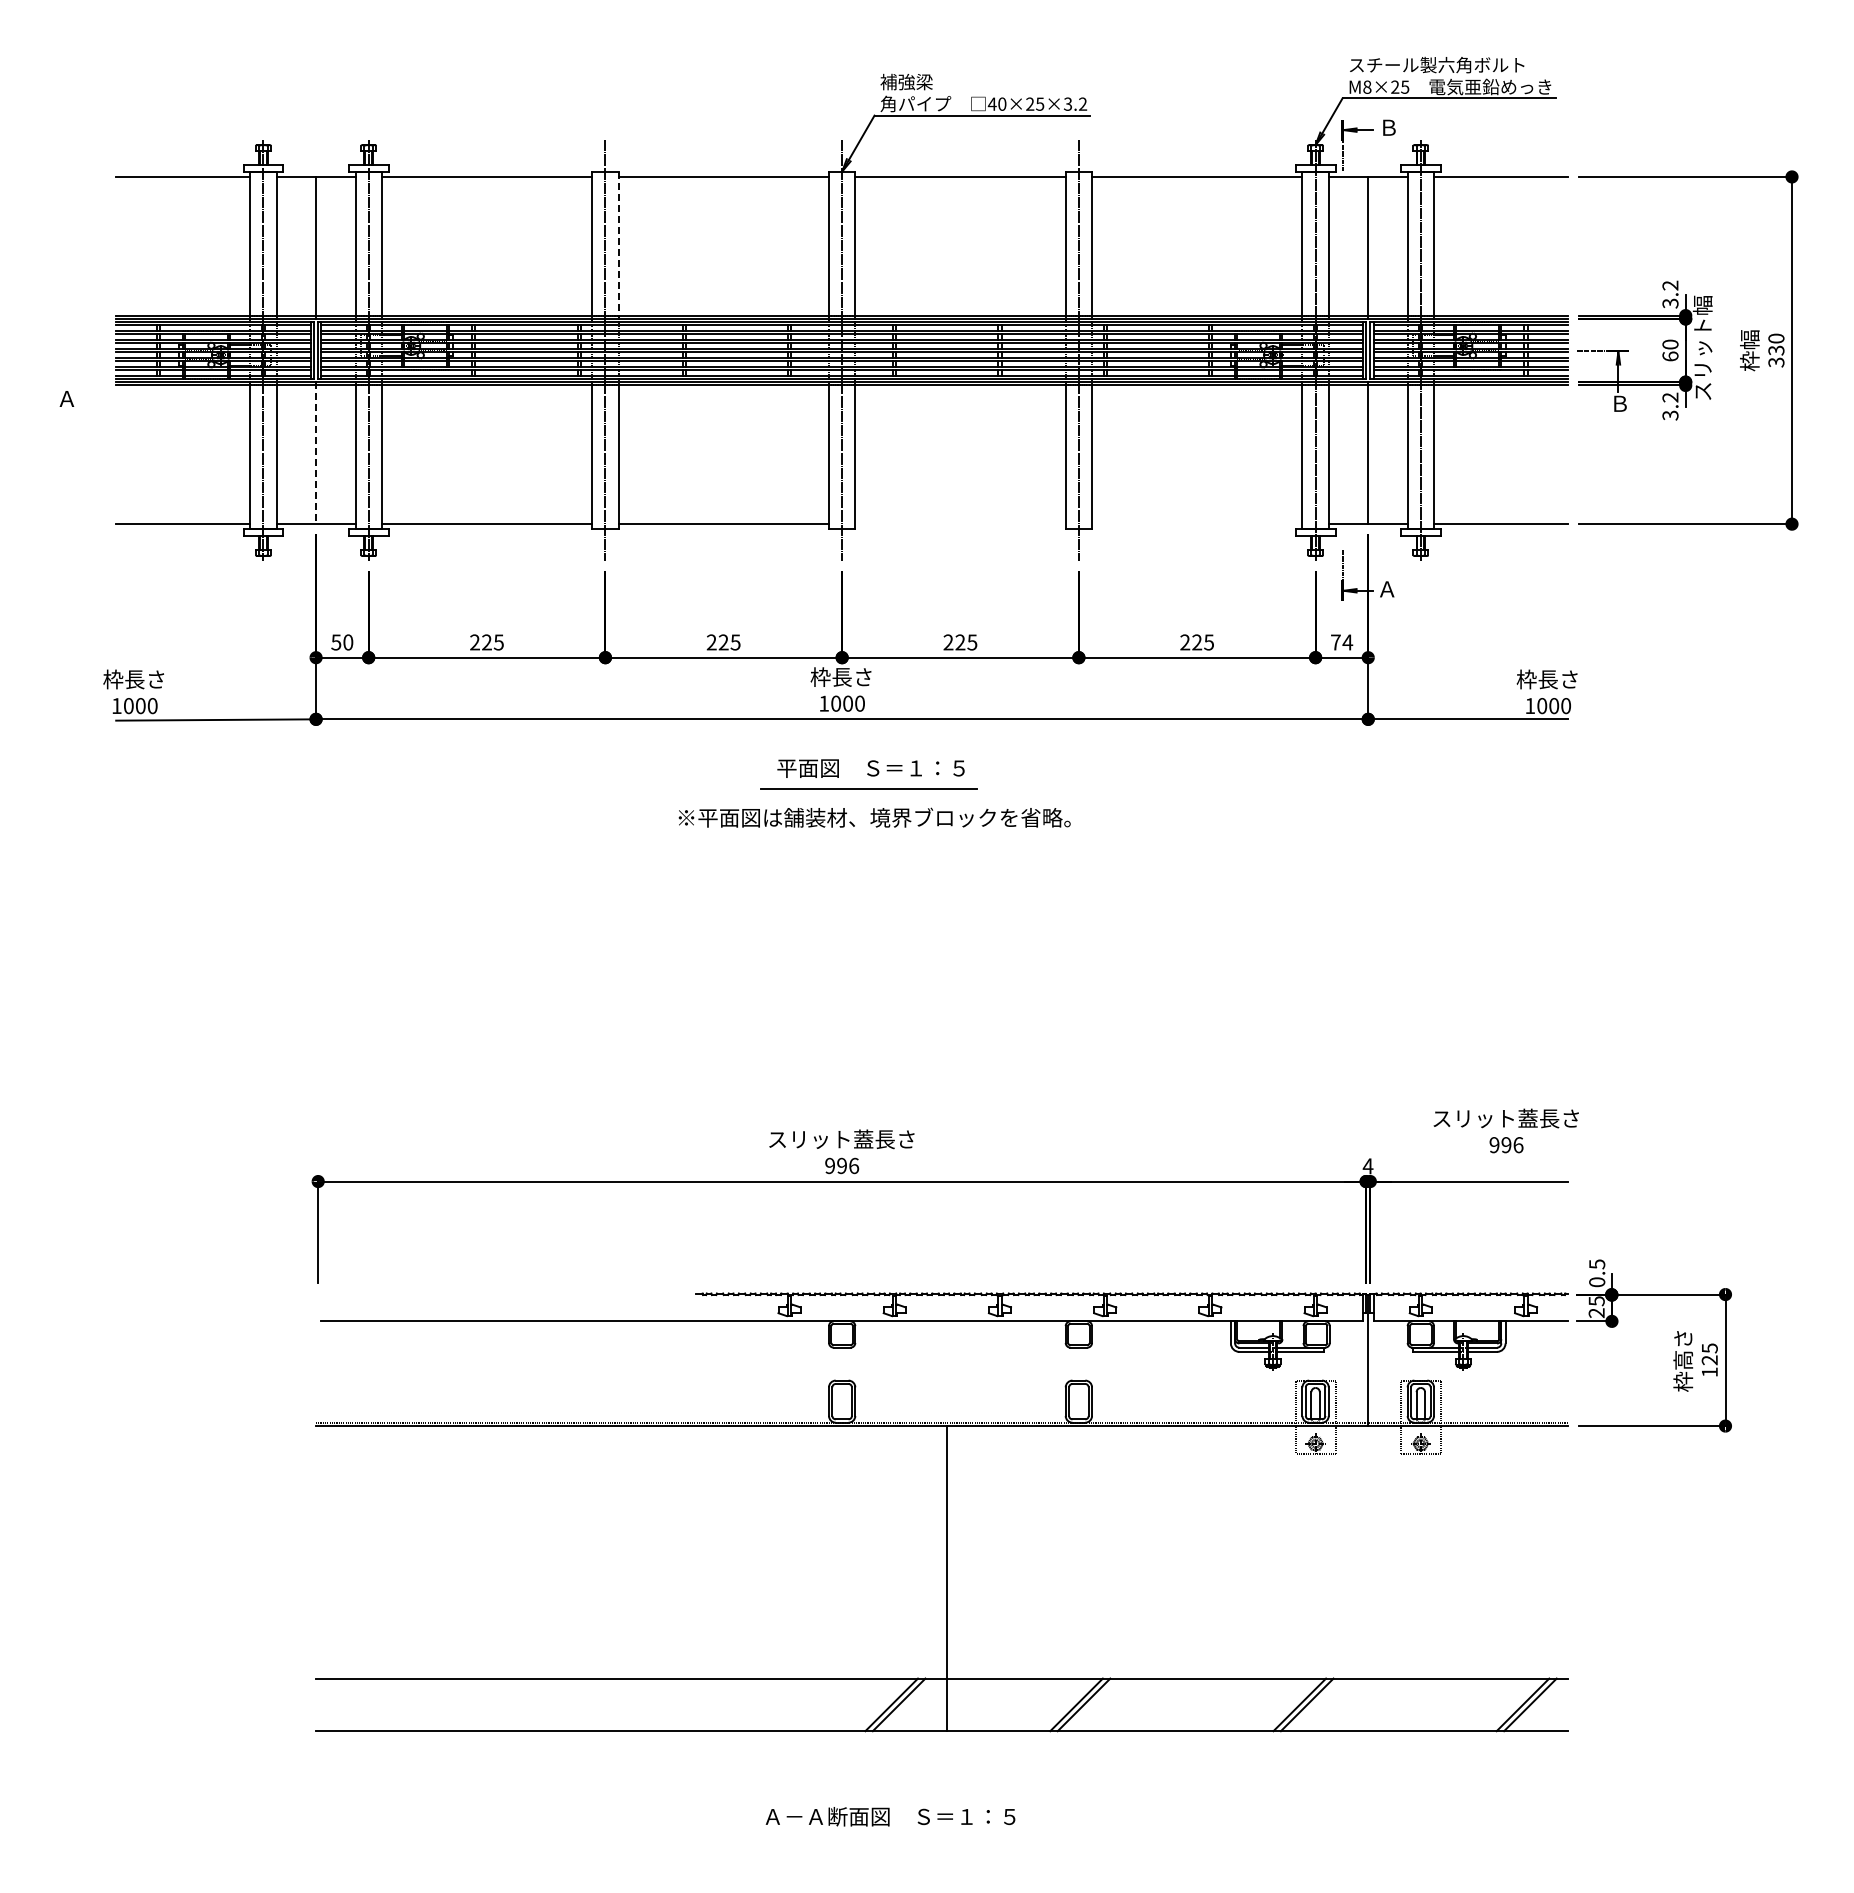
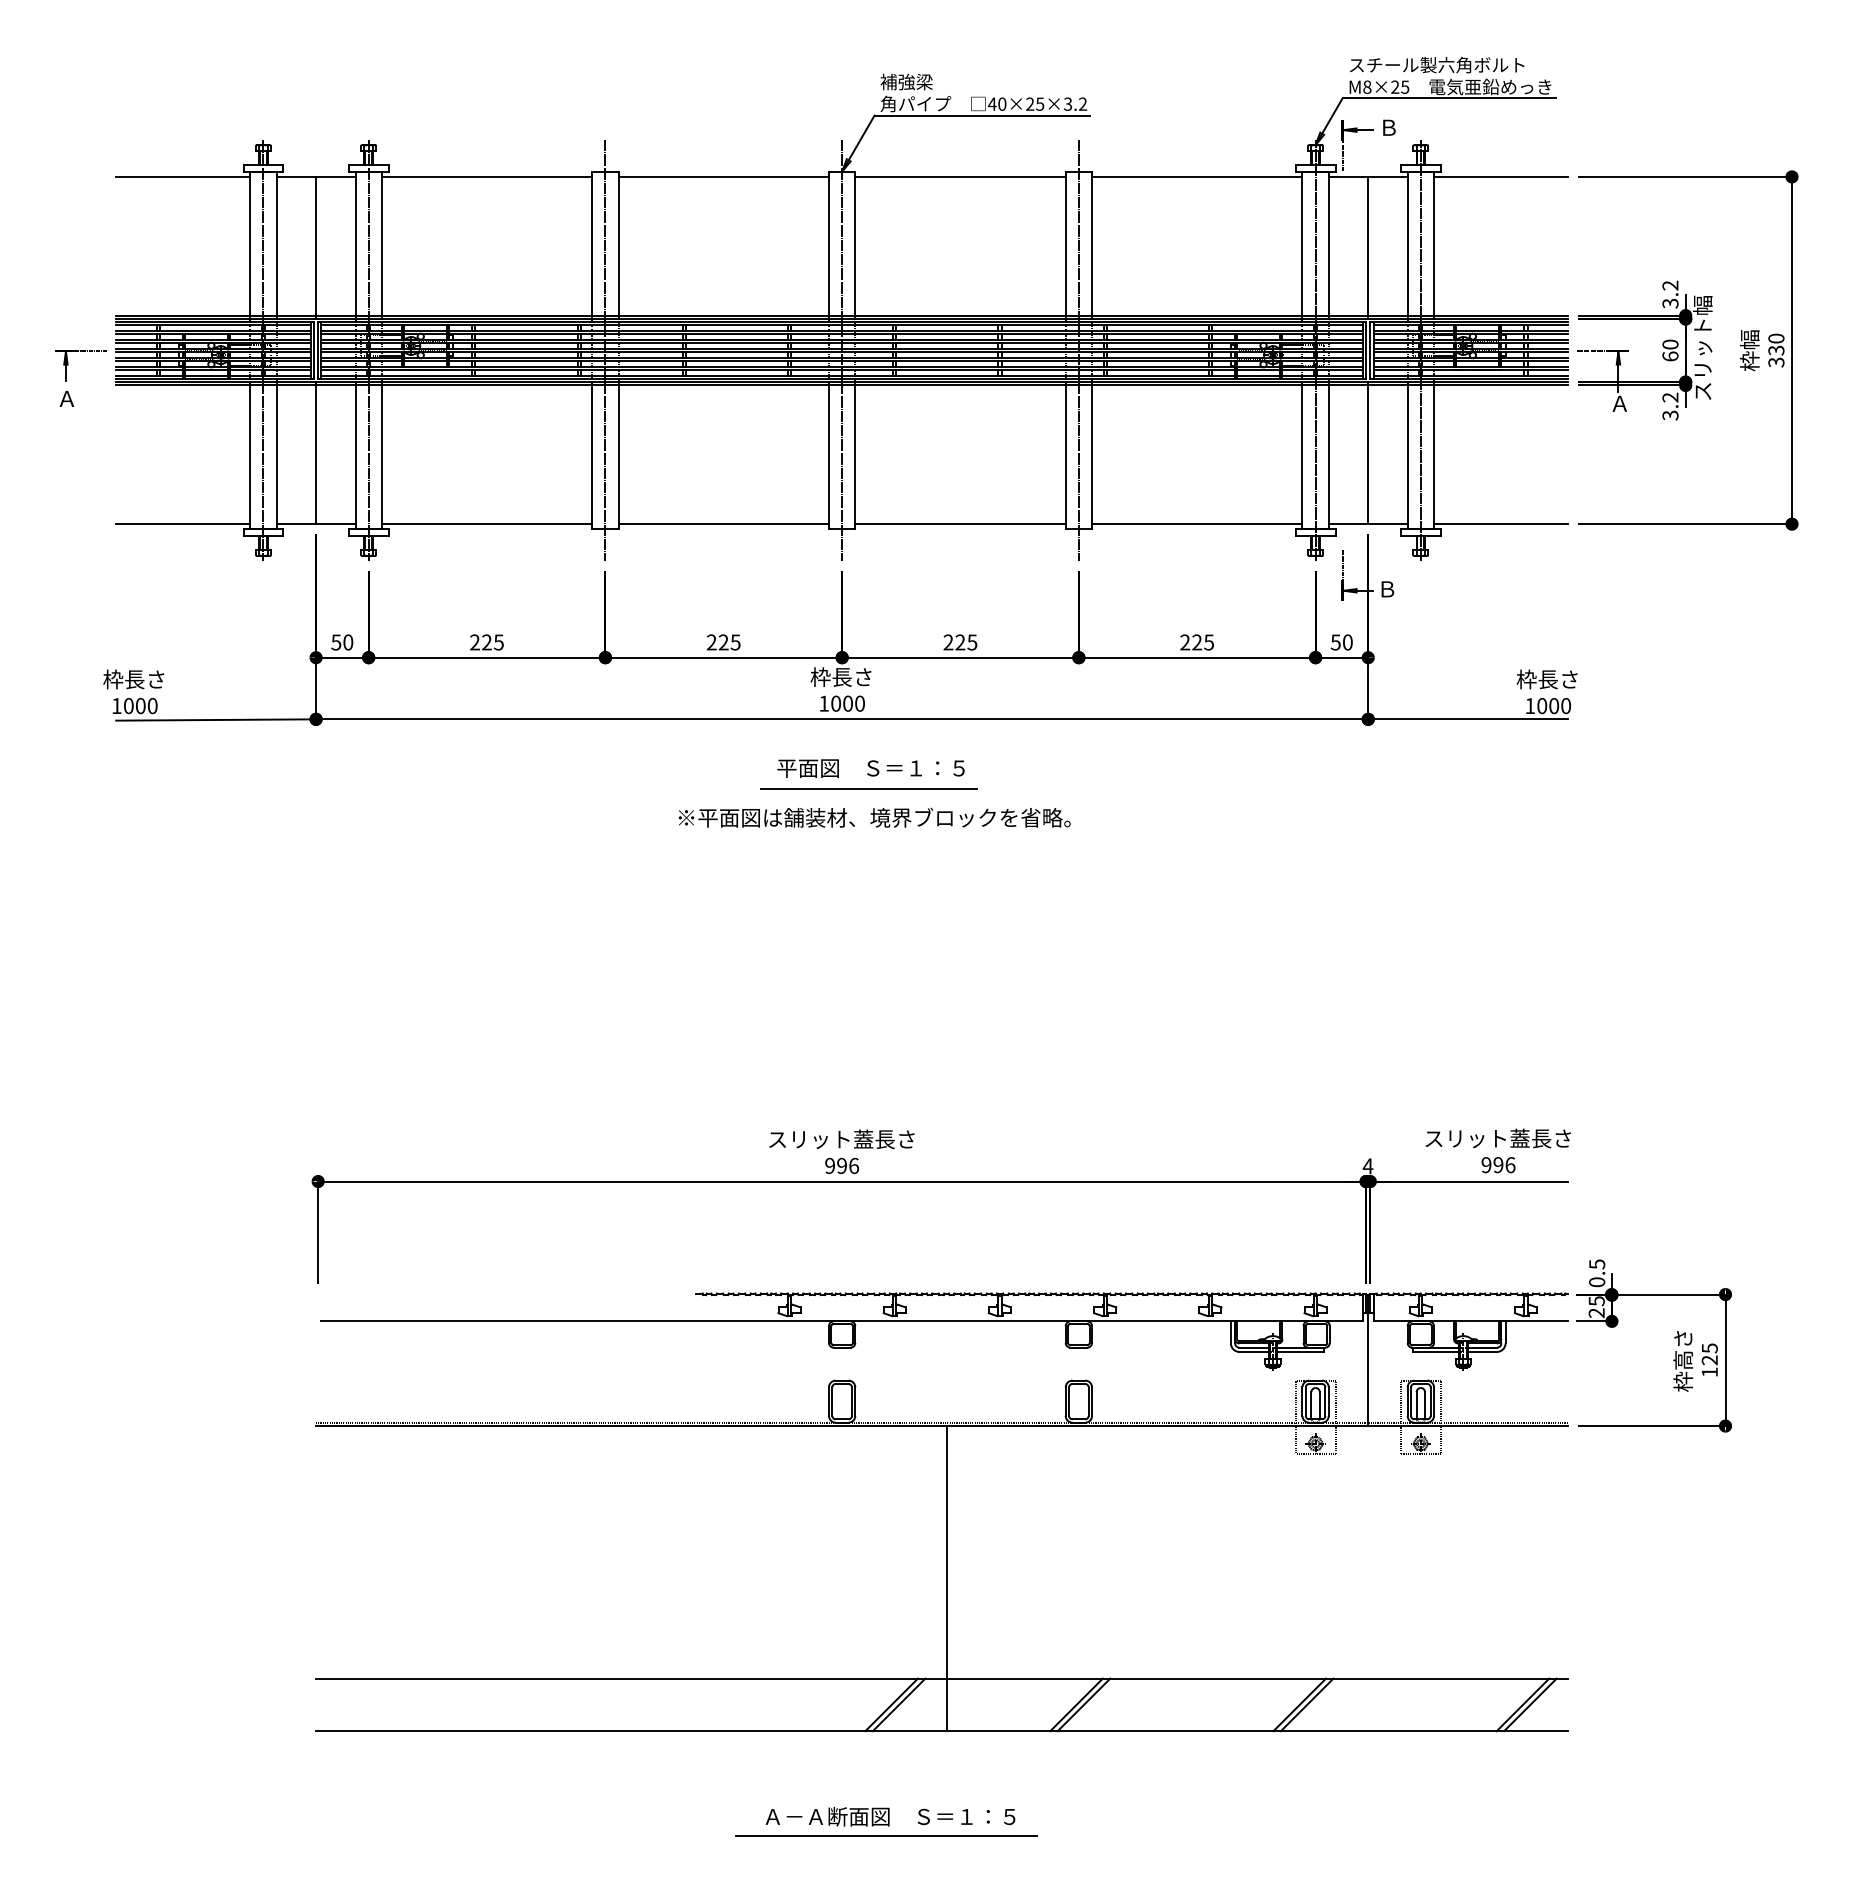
line at (618, 243): dashed -> solid
part at (68, 365): none -> present
text at (1619, 403): Ｂ -> Ａ
line at (316, 453): dashed -> solid
line at (960, 524): none -> present
line at (1197, 524): none -> present
text at (1387, 589): Ａ -> Ｂ
text at (1341, 642): 74 -> 50
text at (1505, 1130) position: (1505, 1130) -> (1497, 1150)
line at (886, 1836): none -> present
